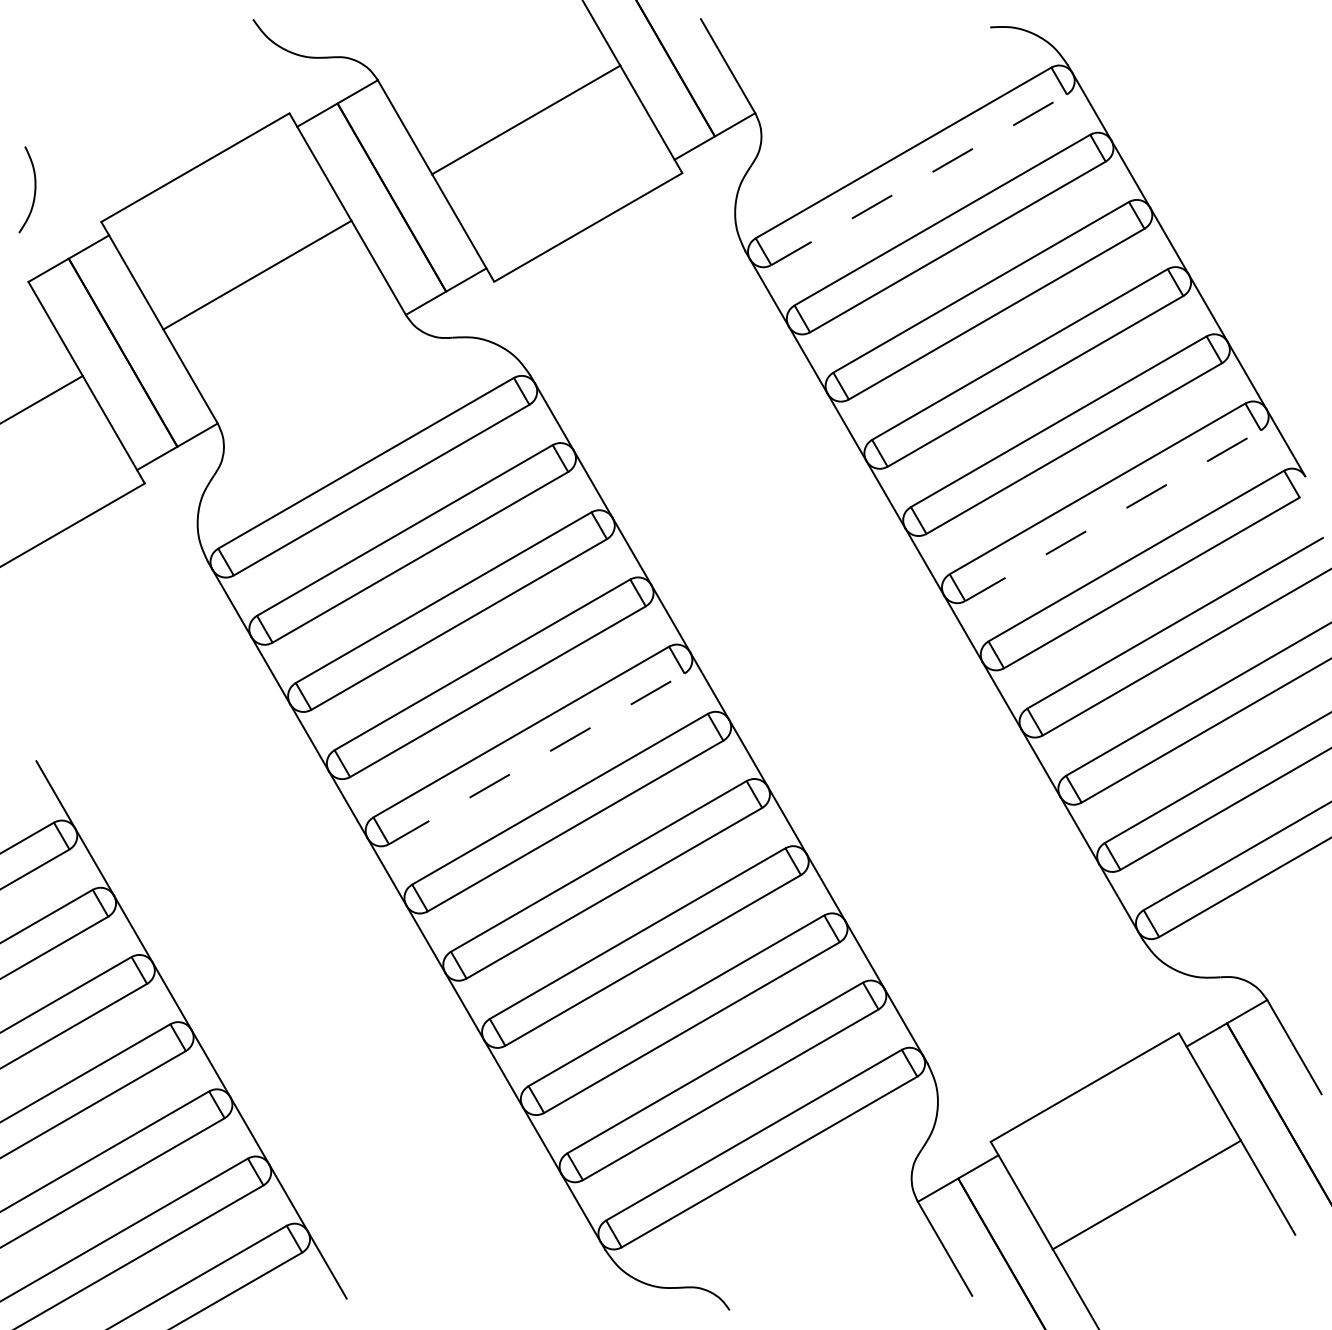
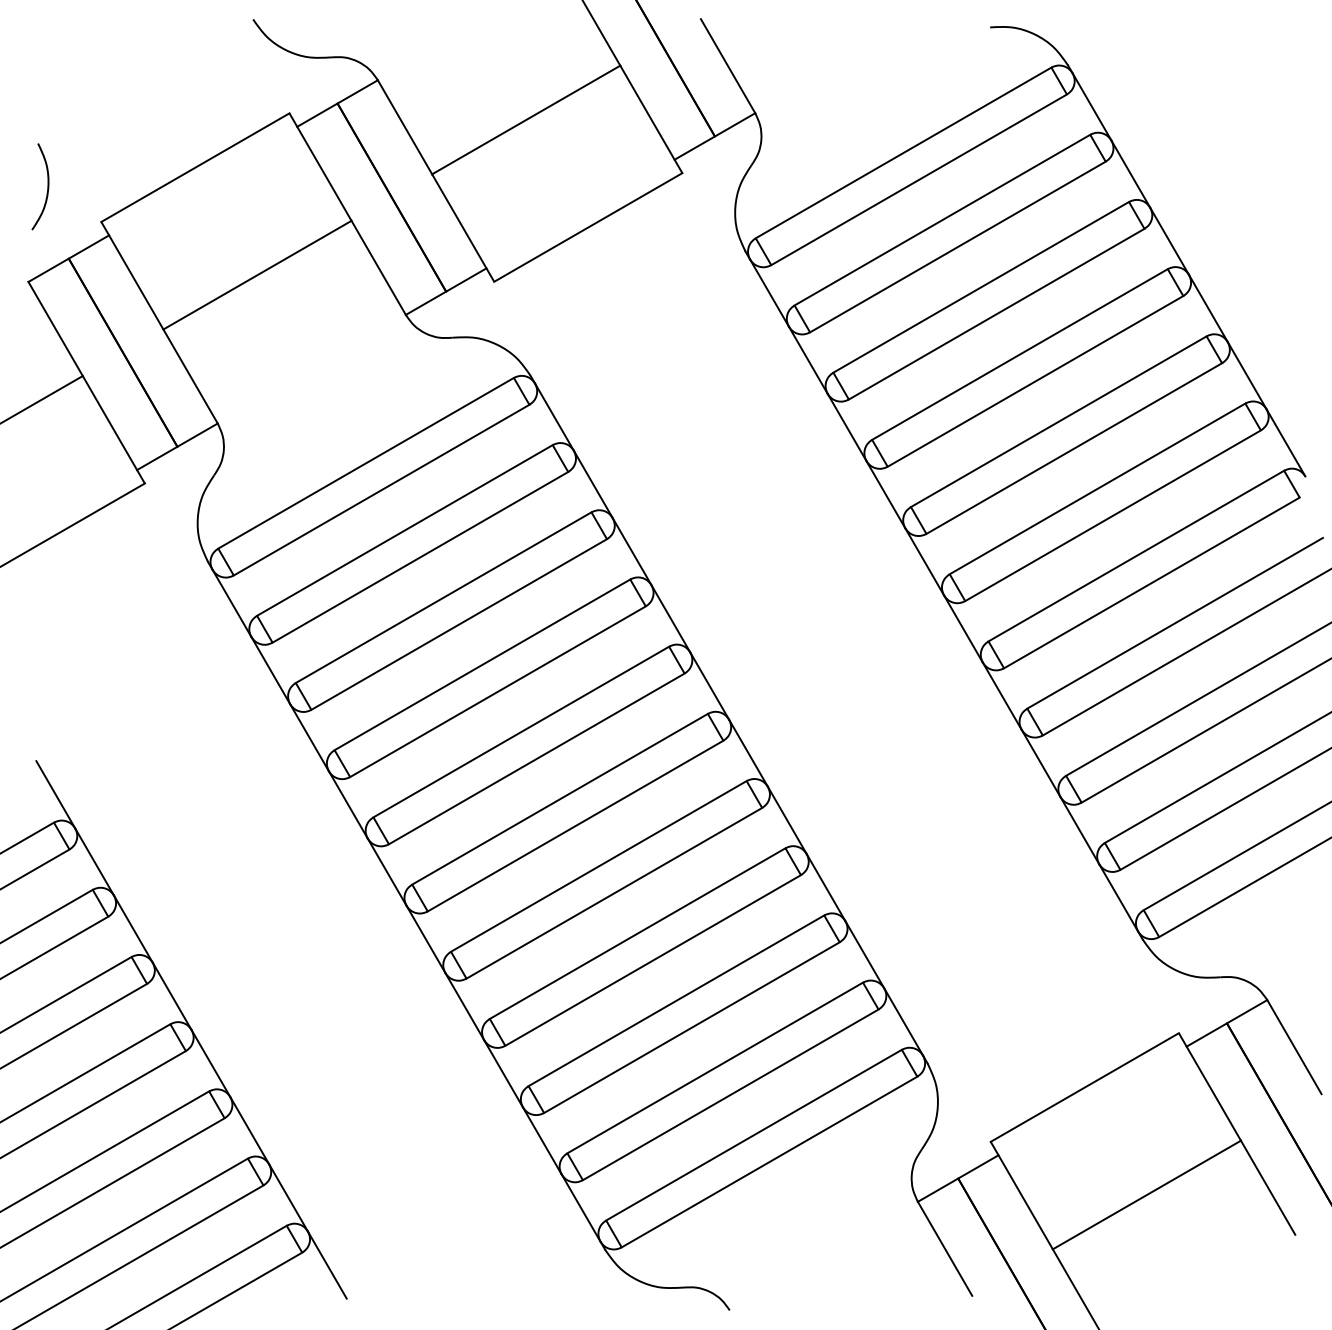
line at (919, 179): dashed -> solid
curve at (34, 189) position: (34, 189) -> (47, 186)
line at (1113, 515): dashed -> solid
line at (536, 758): dashed -> solid
